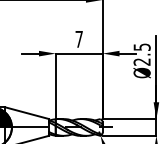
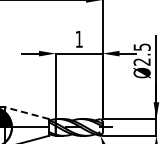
text at (78, 39): 7 -> 1
line at (27, 113): solid -> dashed
